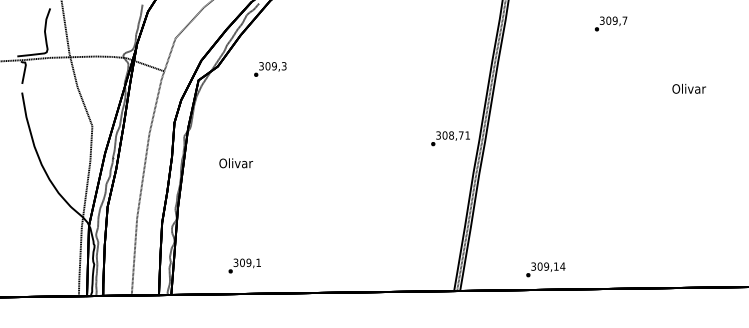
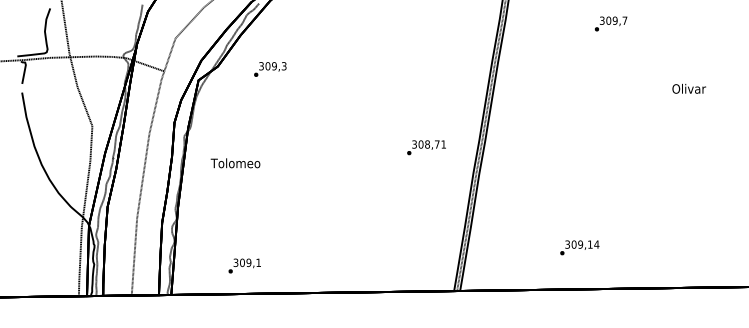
text at (450, 138) position: (450, 138) -> (426, 147)
text at (235, 163): Olivar -> Tolomeo
text at (545, 269) position: (545, 269) -> (579, 247)
